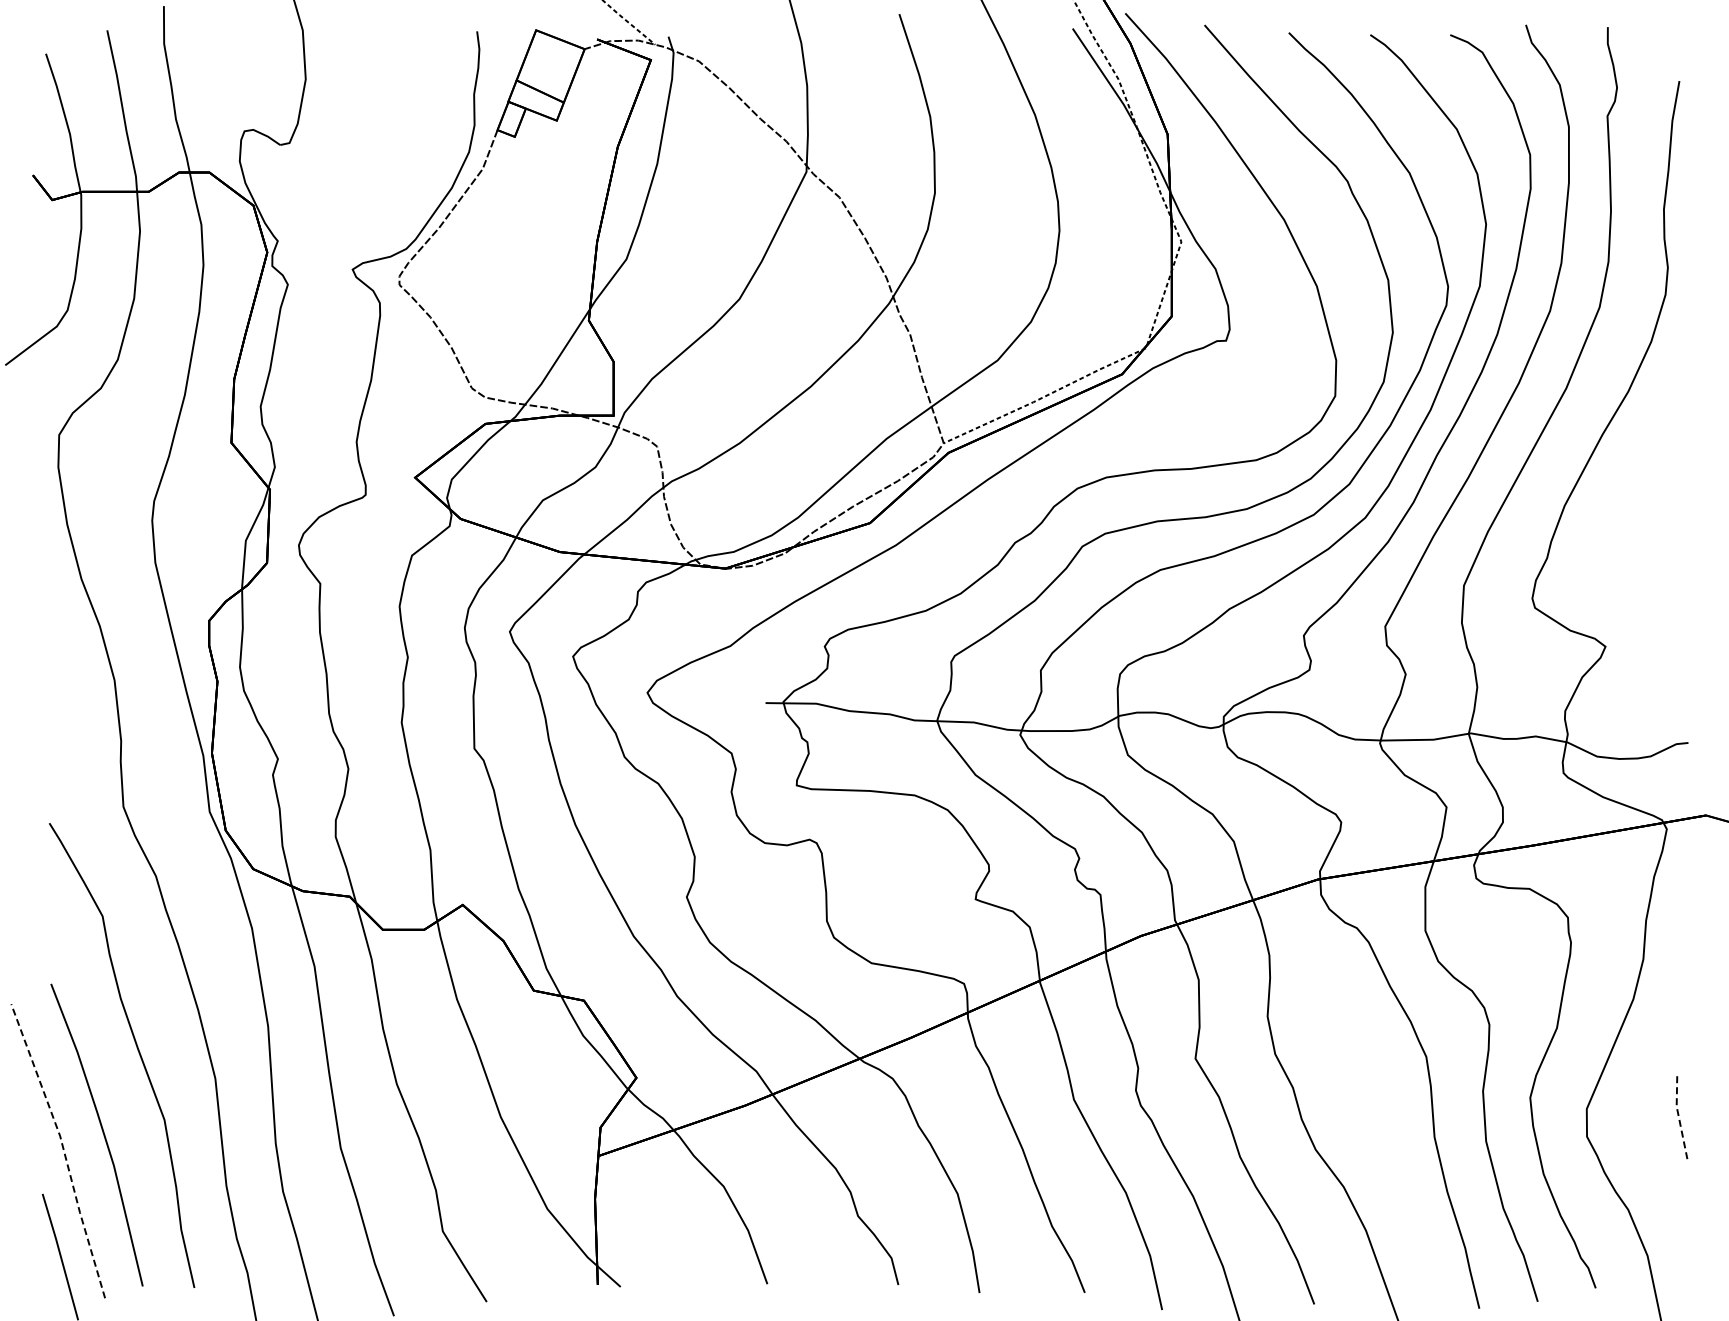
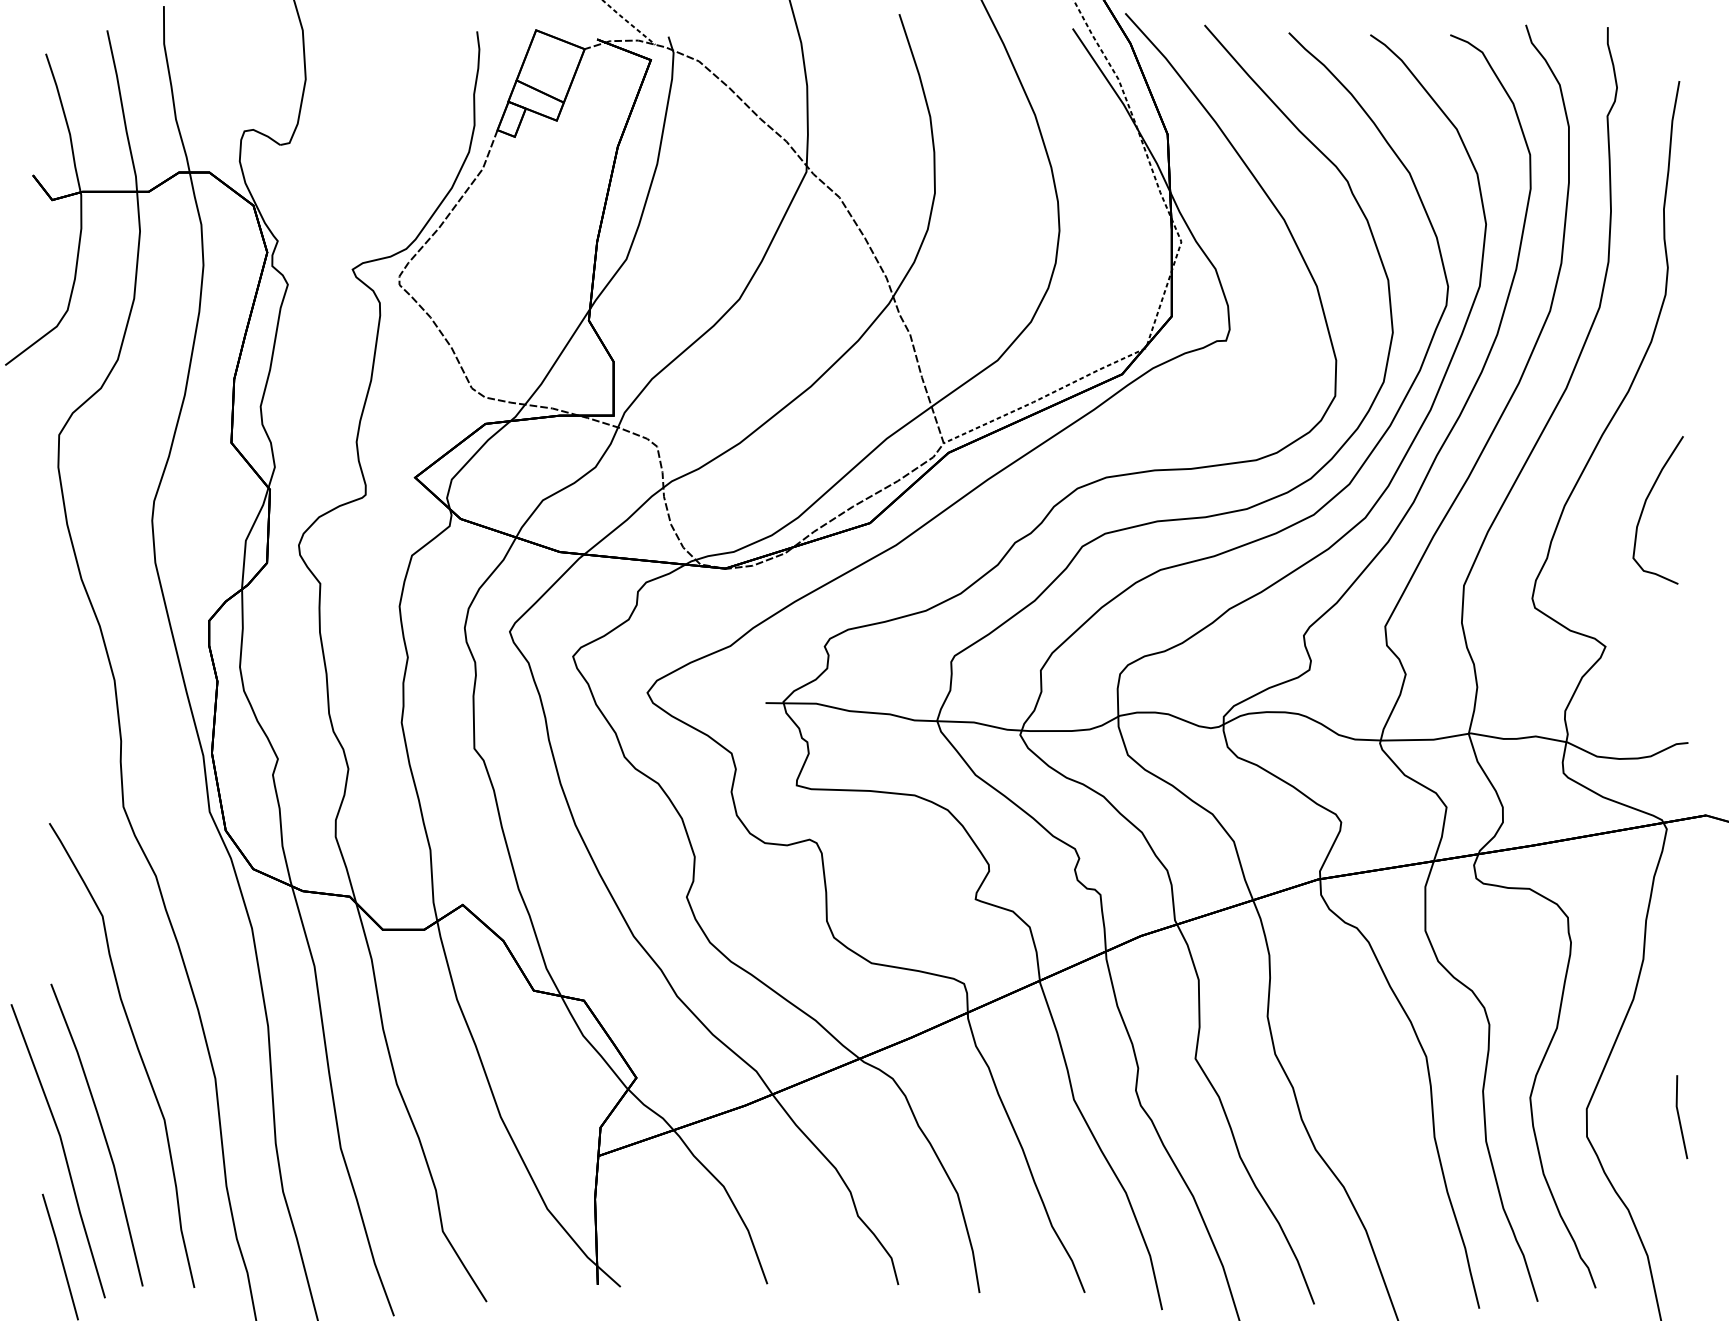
curve at (1645, 505): none -> present
line at (1678, 1116): dashed -> solid
line at (63, 1149): dashed -> solid
